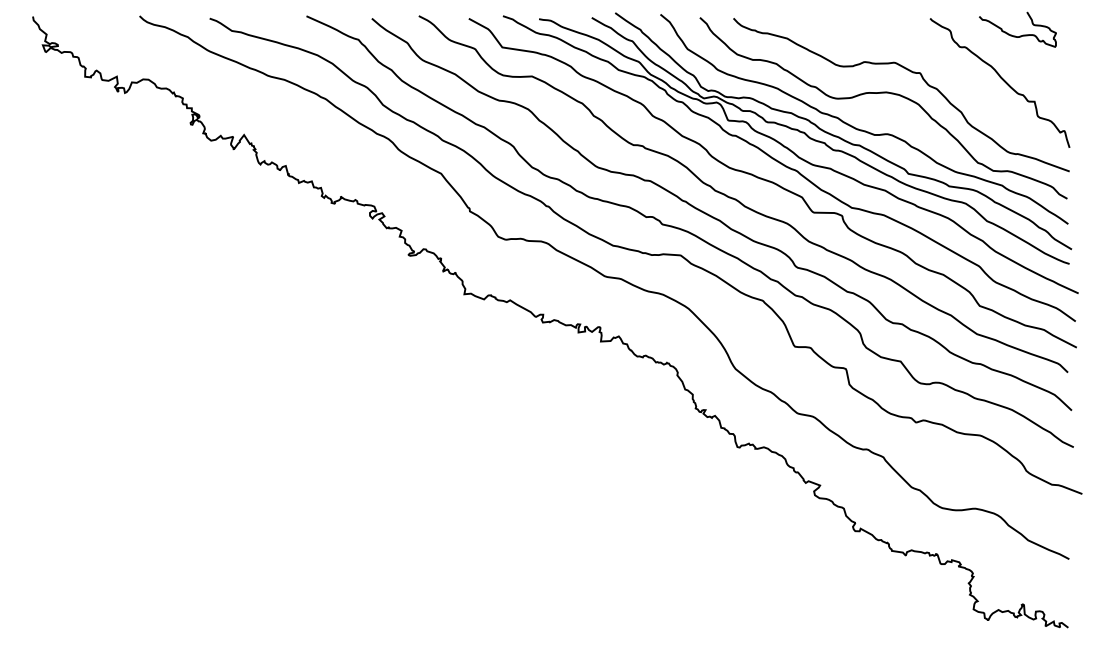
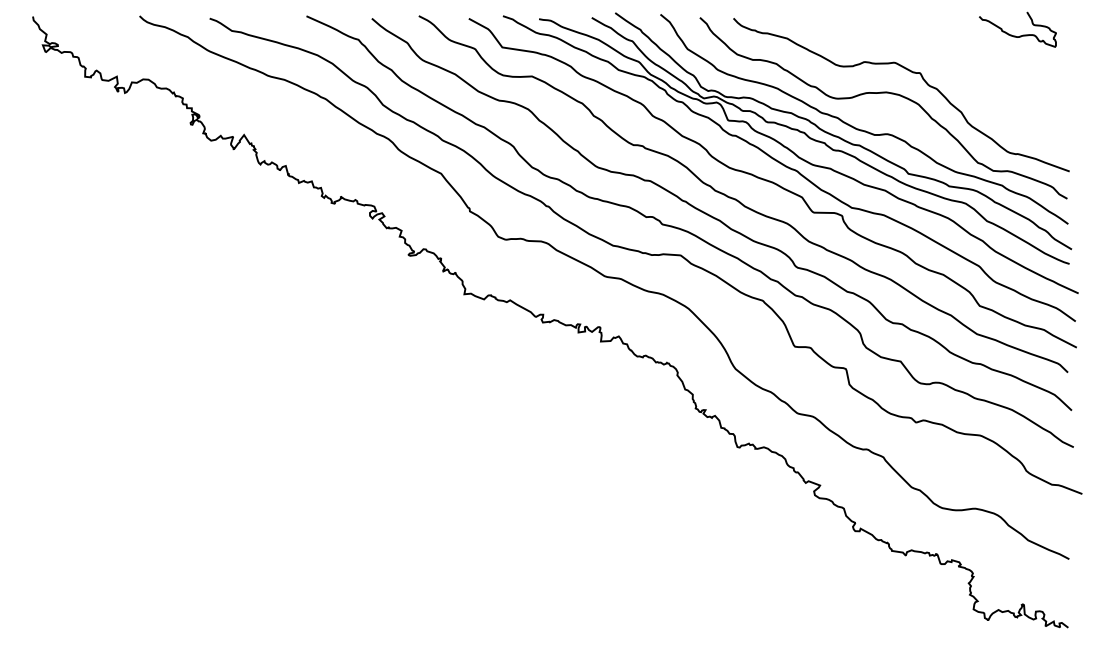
curve at (1001, 79): present -> none
